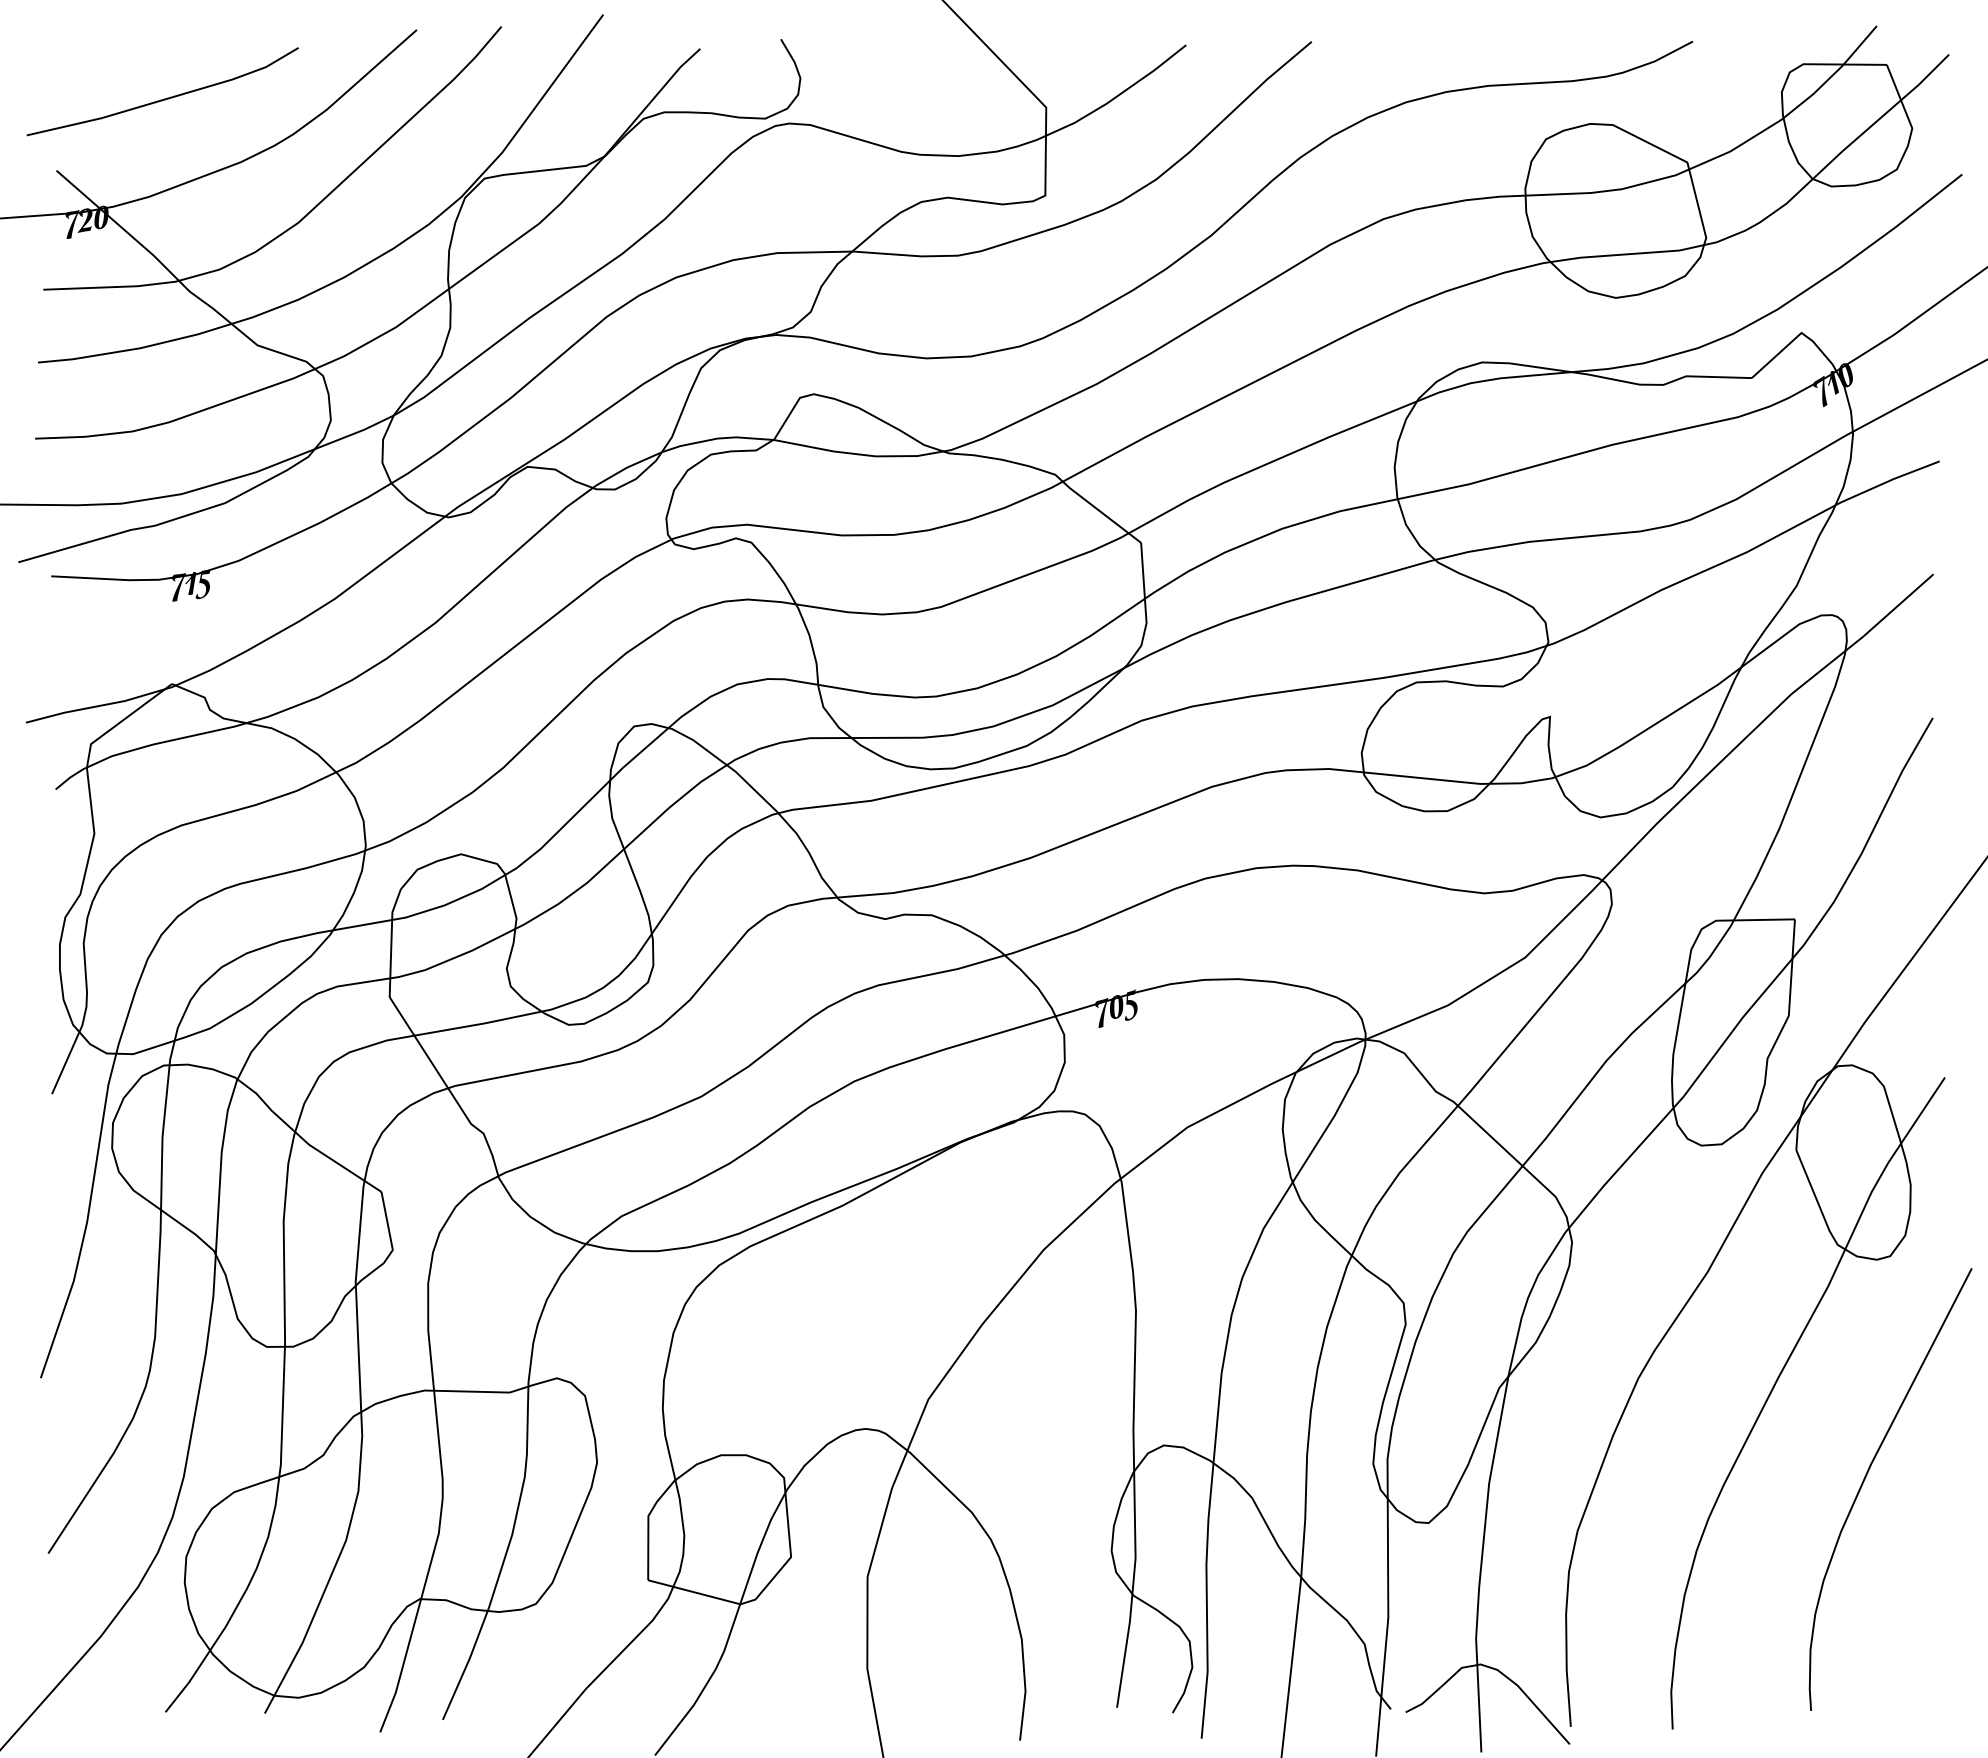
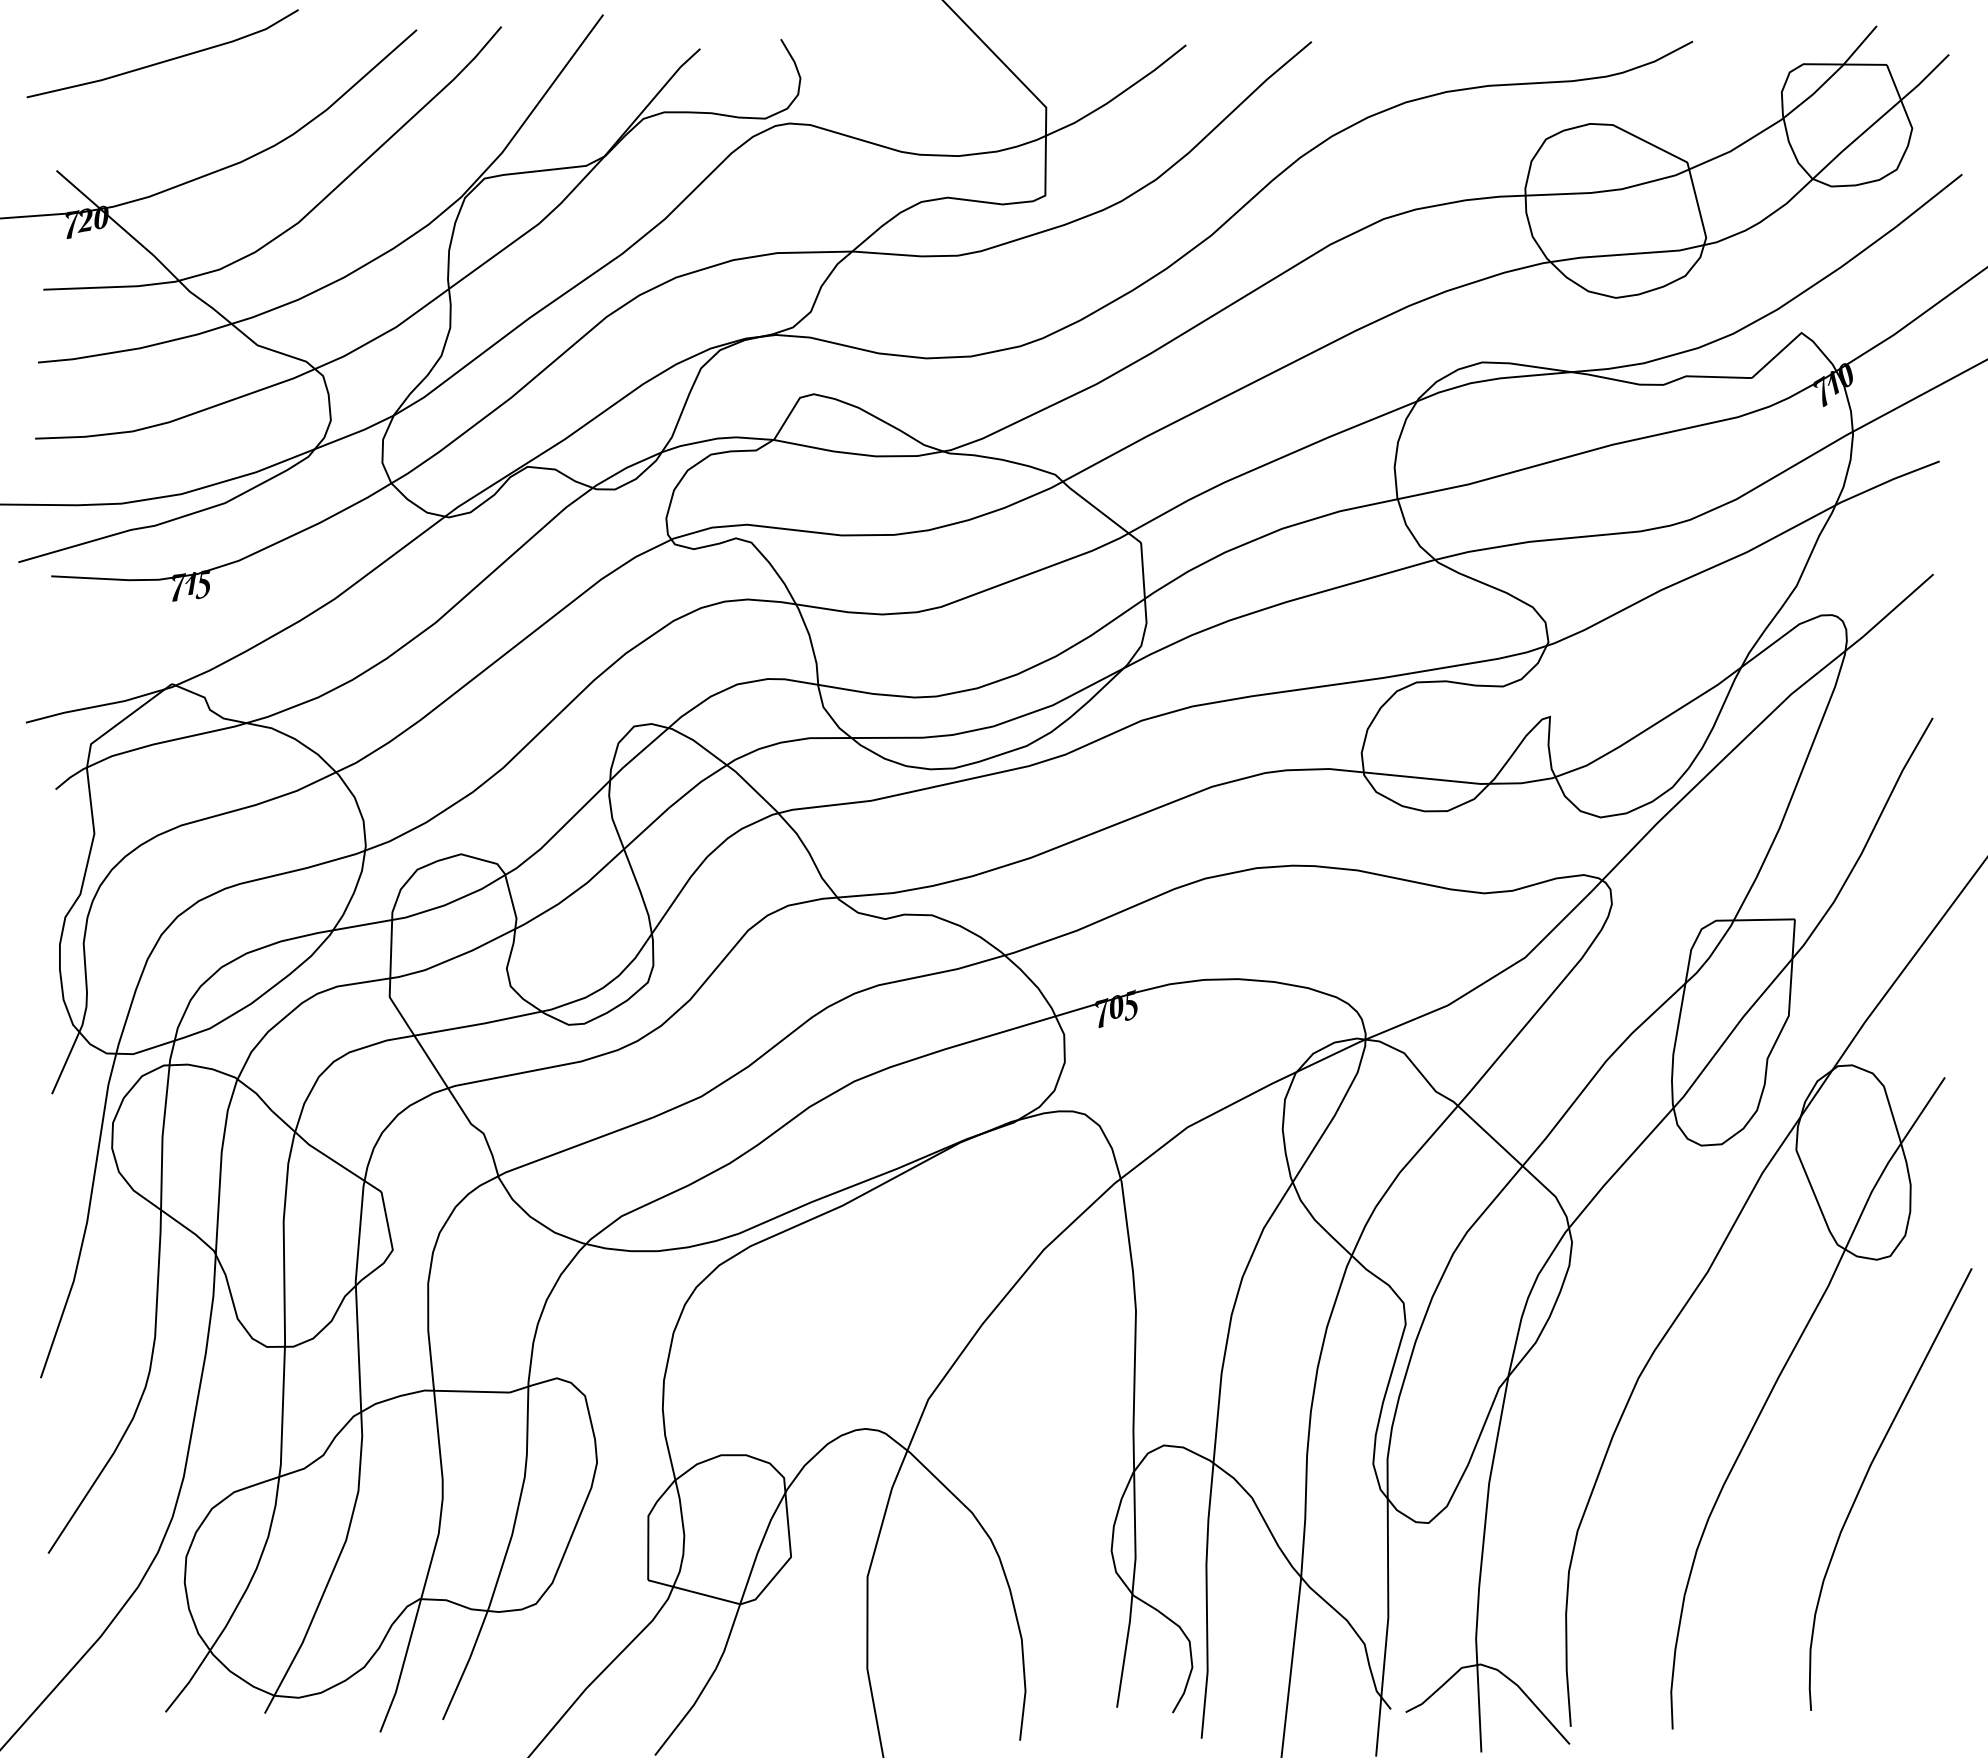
line at (164, 98) position: (164, 98) -> (164, 60)
